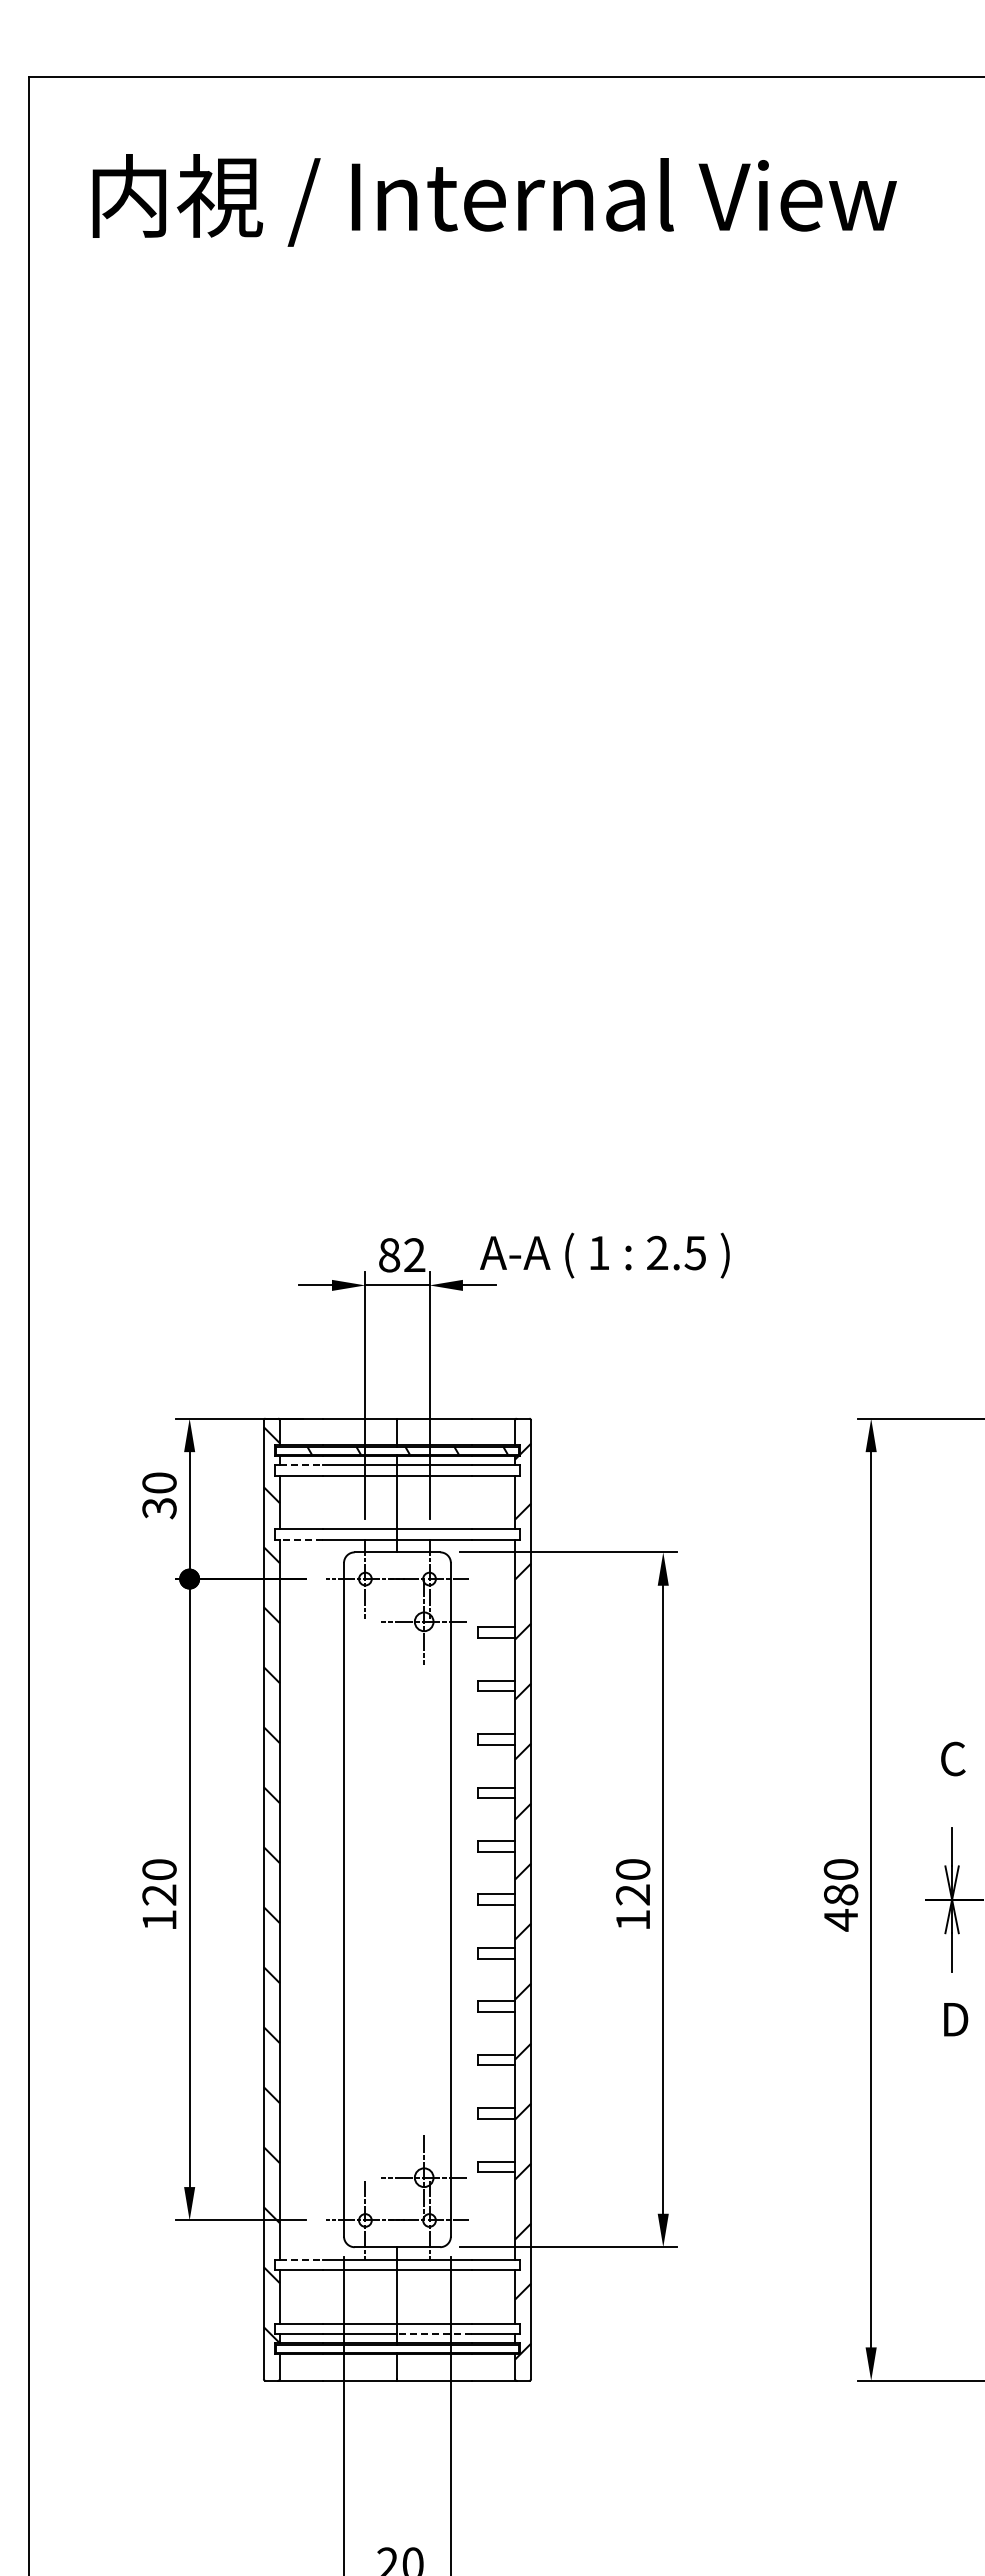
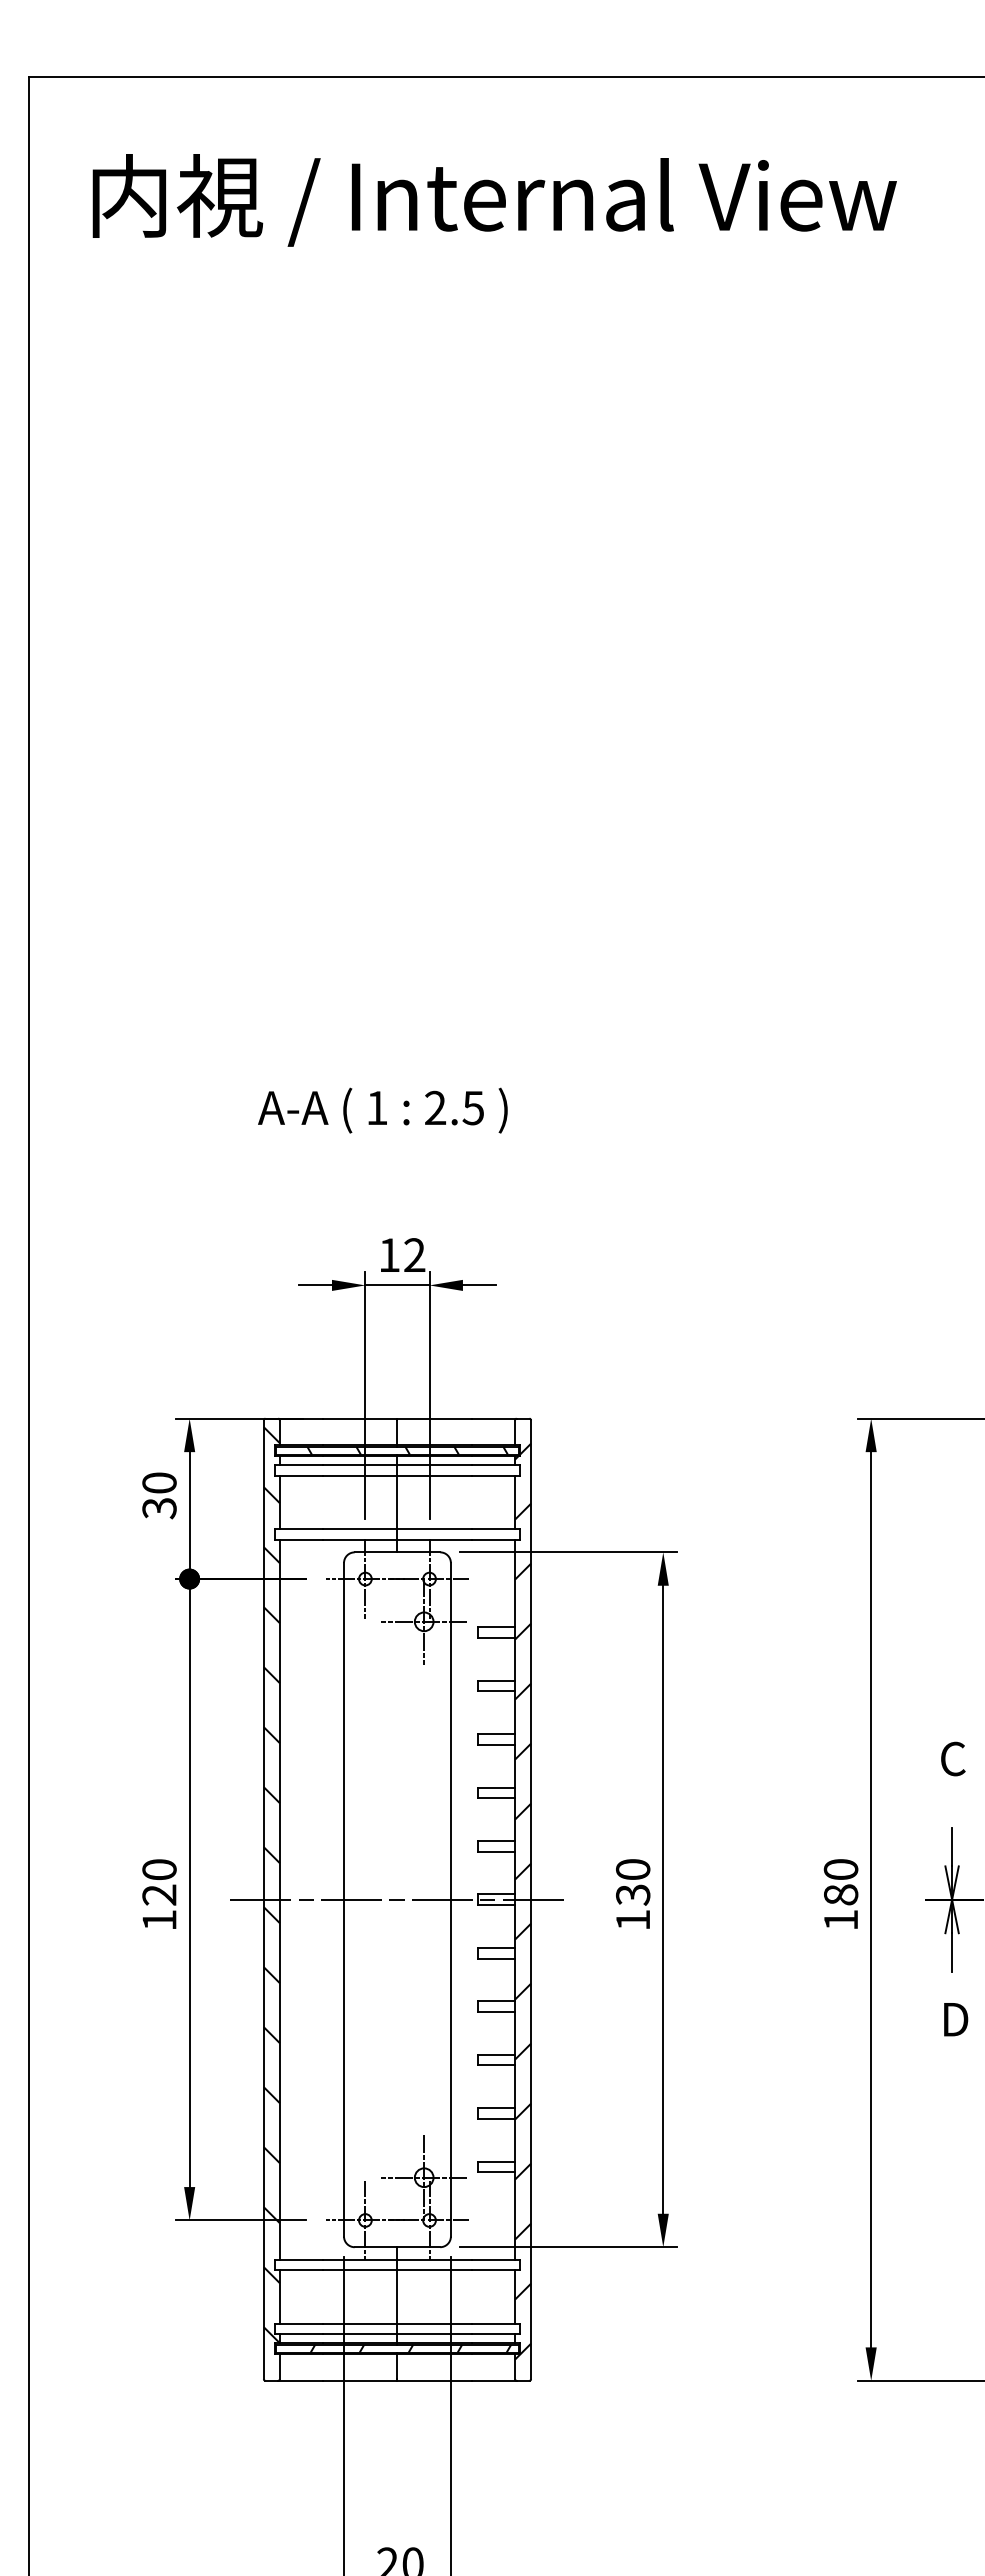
text at (389, 1255): 82 -> 12
text at (604, 1255) position: (604, 1255) -> (382, 1110)
line at (301, 1465): dashed -> solid
line at (300, 1540): dashed -> solid
text at (633, 1894): 120 -> 130
line at (397, 1899): none -> present
text at (840, 1920): 480 -> 180
line at (301, 2259): dashed -> solid
line at (434, 2334): dashed -> solid
hatch at (410, 2348): none -> present
